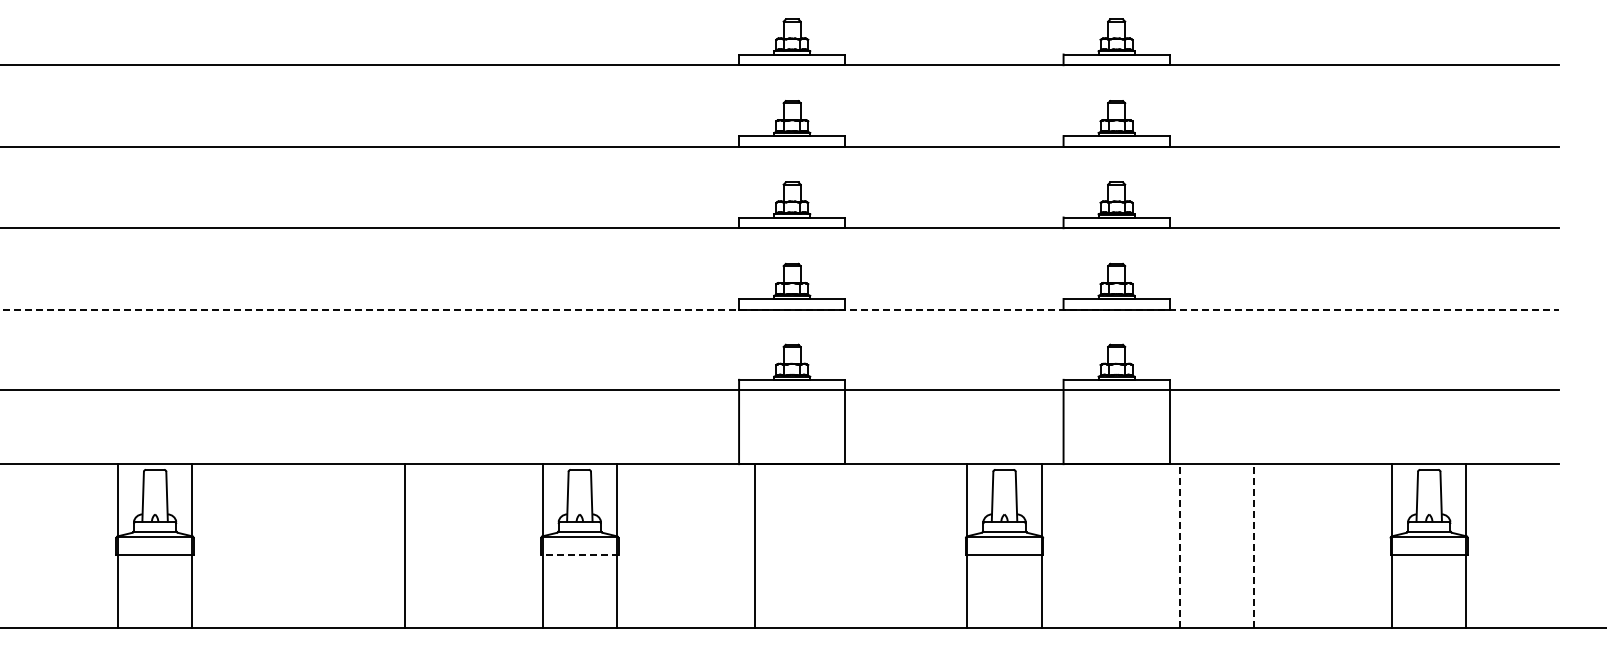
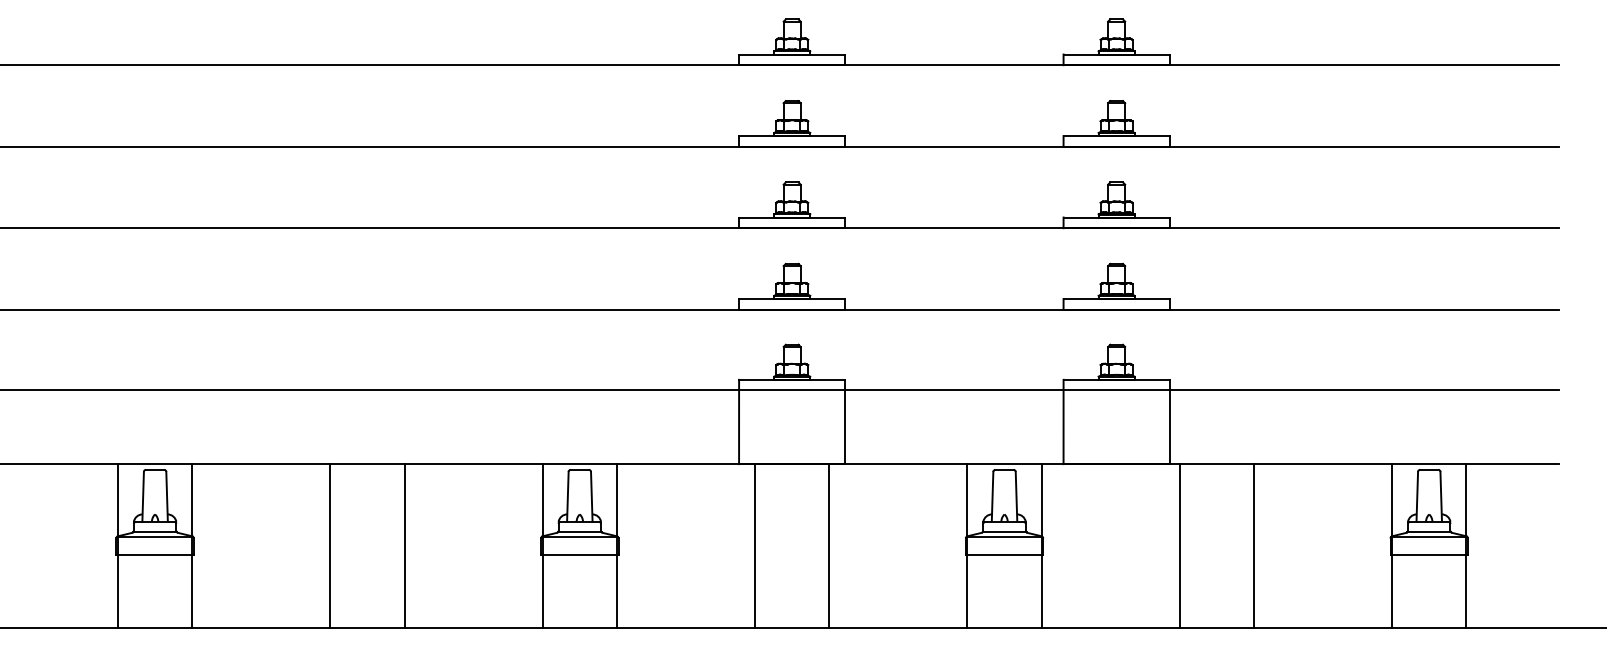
line at (779, 309): dashed -> solid
line at (330, 545): none -> present
line at (829, 545): none -> present
line at (1179, 545): dashed -> solid
line at (1254, 545): dashed -> solid
line at (579, 554): dashed -> solid
